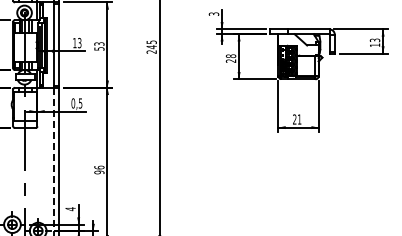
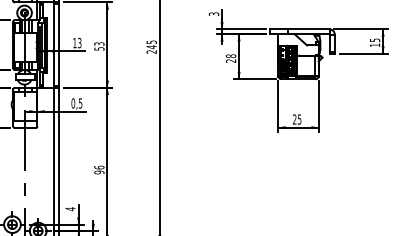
text at (373, 39): 13 -> 15
text at (299, 119): 21 -> 25
line at (53, 161): dashed -> solid
